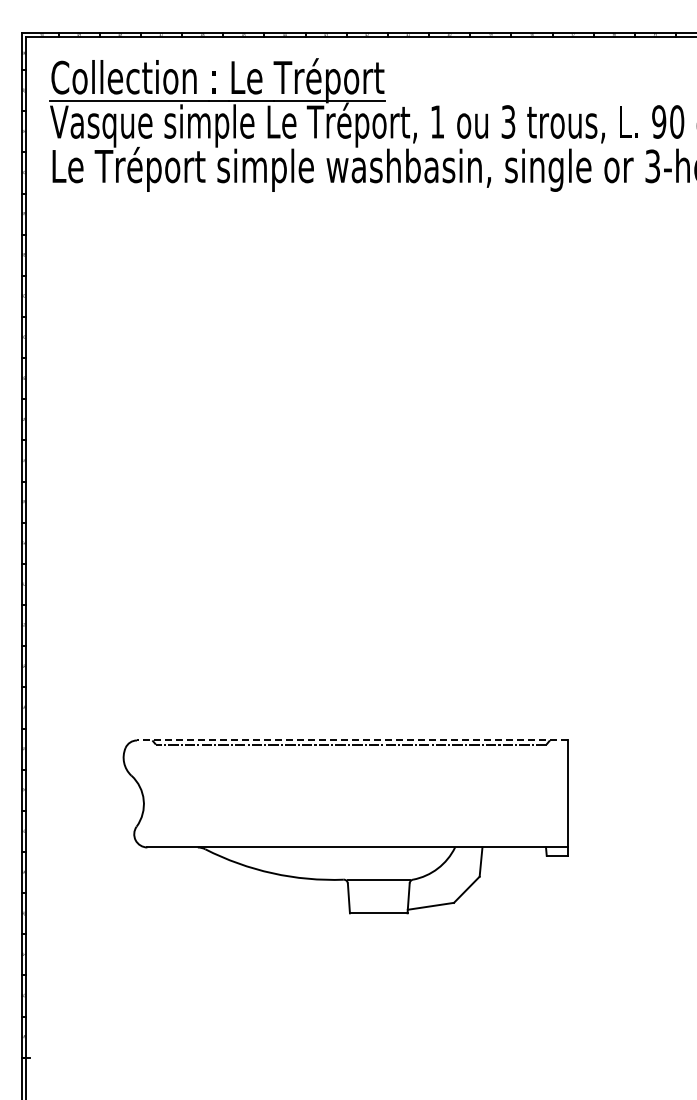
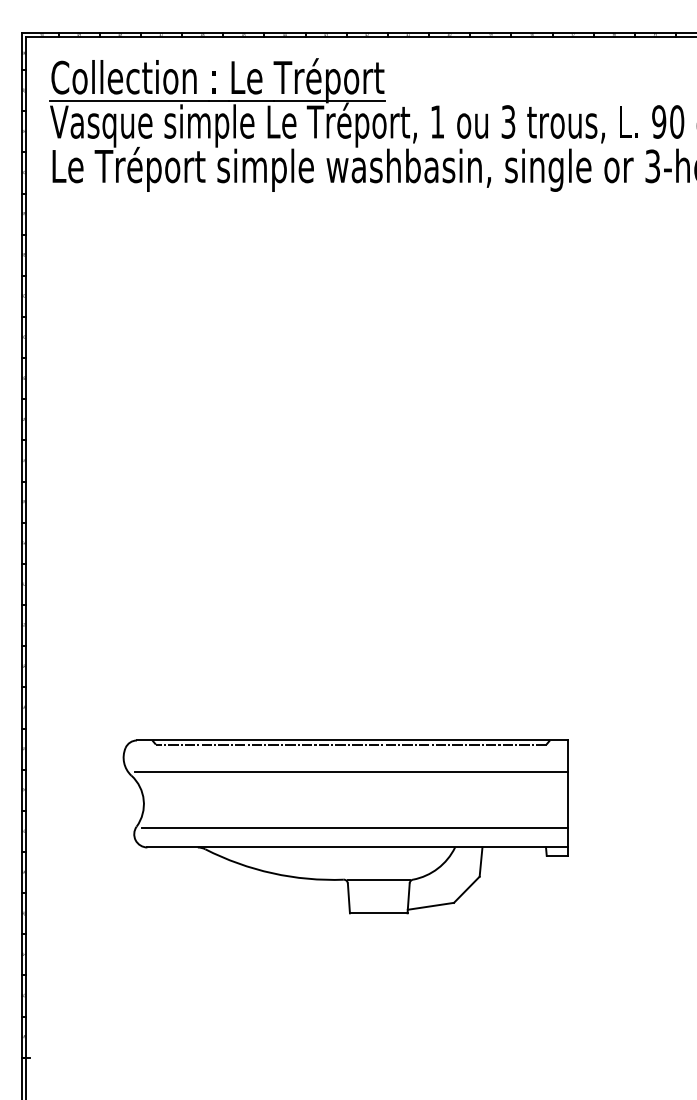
line at (352, 740): dashed -> solid
line at (351, 772): none -> present
line at (354, 828): none -> present
